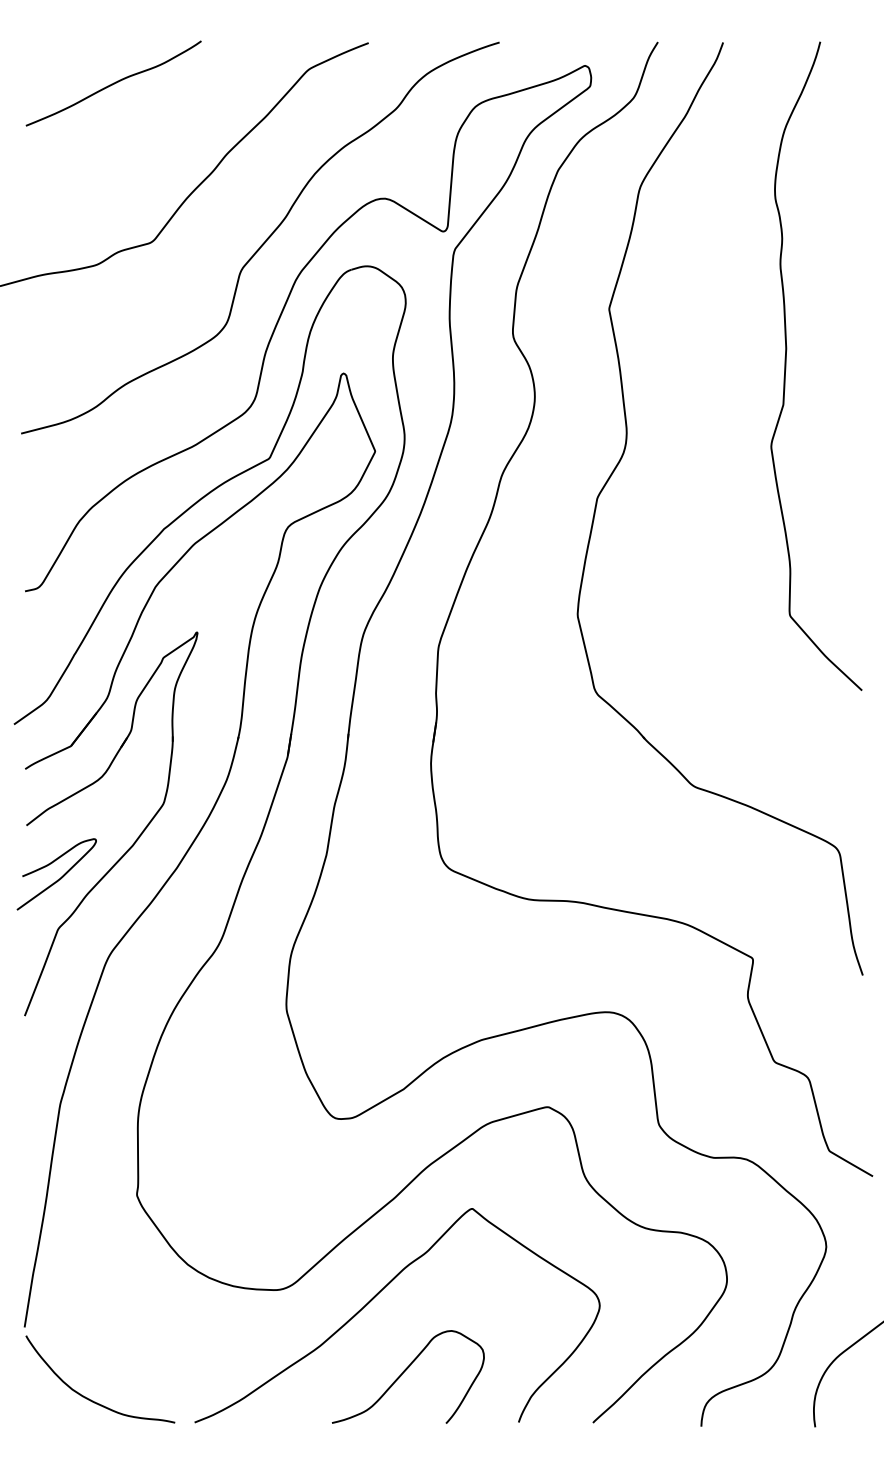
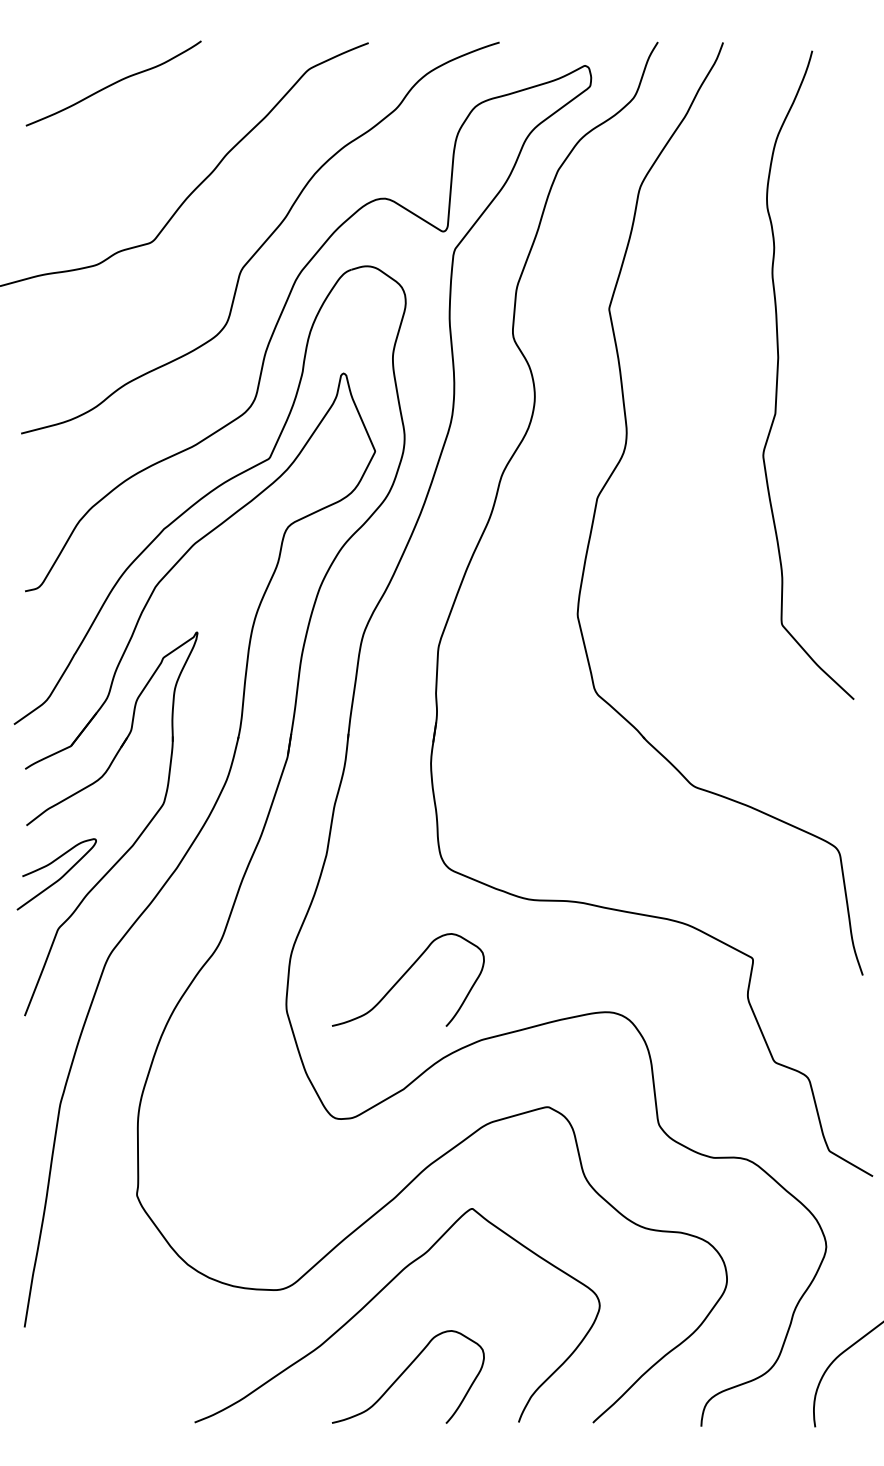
curve at (786, 365) position: (786, 365) -> (778, 374)
curve at (404, 975): none -> present
curve at (91, 1399): present -> none
